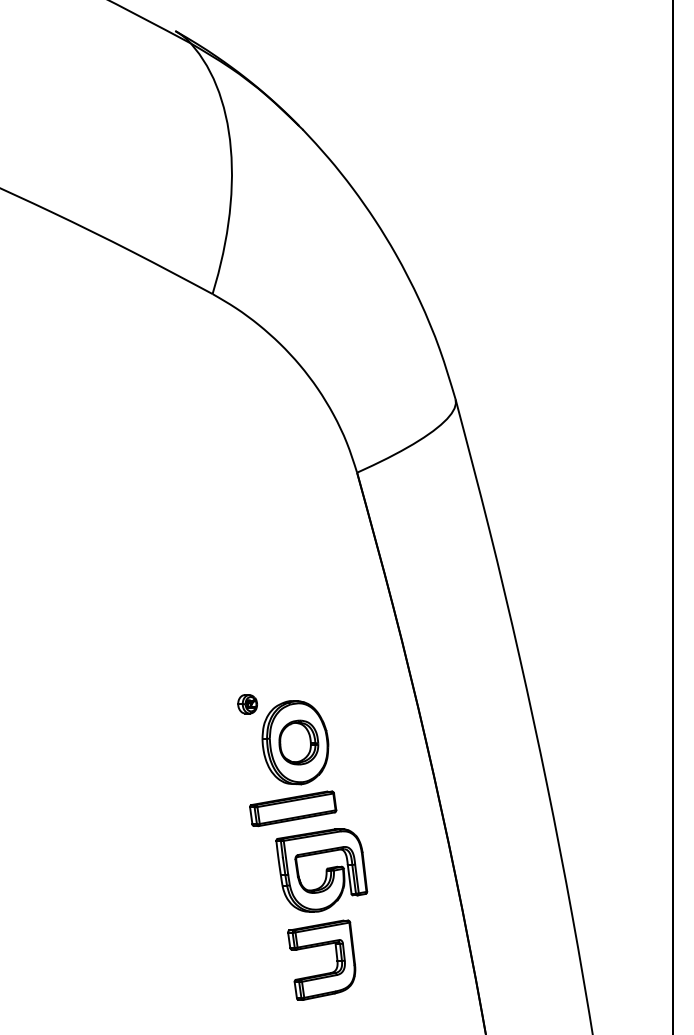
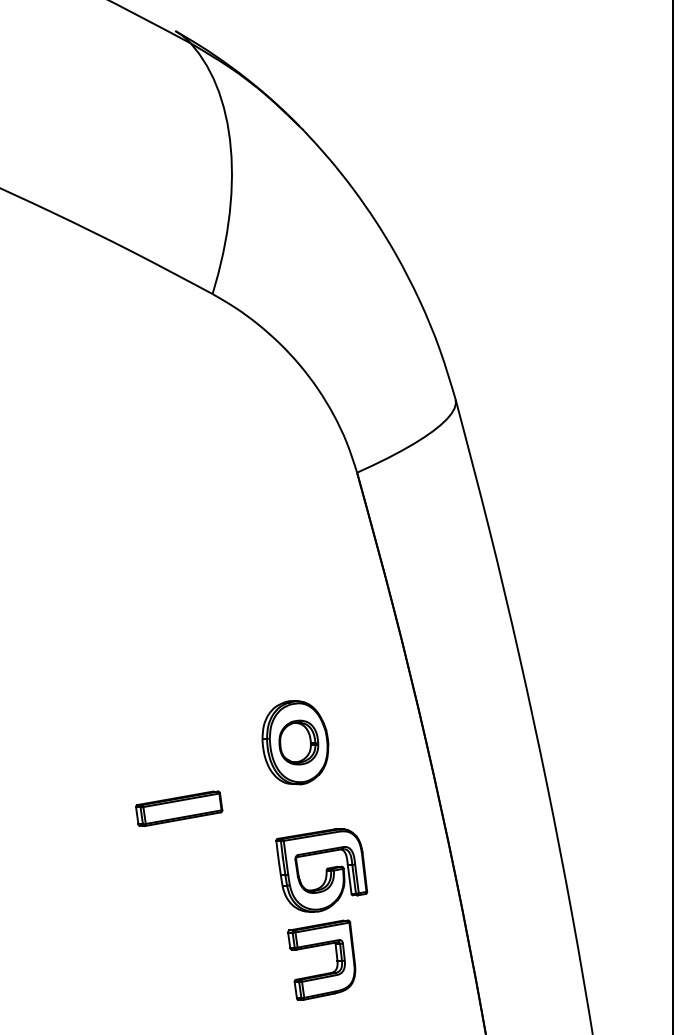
part at (247, 704): present -> none
part at (293, 808) position: (293, 808) -> (179, 808)
